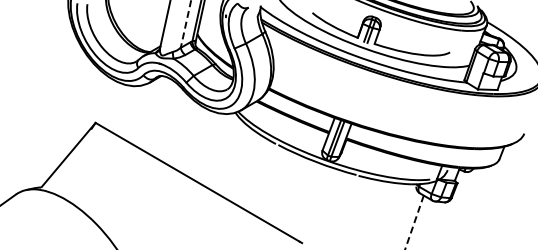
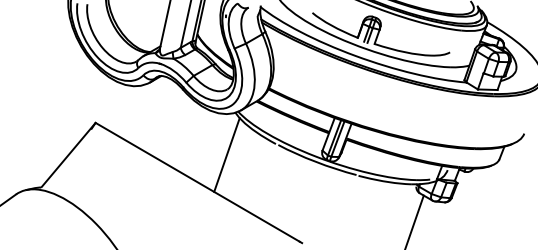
line at (185, 24): dashed -> solid
line at (226, 154): none -> present
line at (414, 222): dashed -> solid
